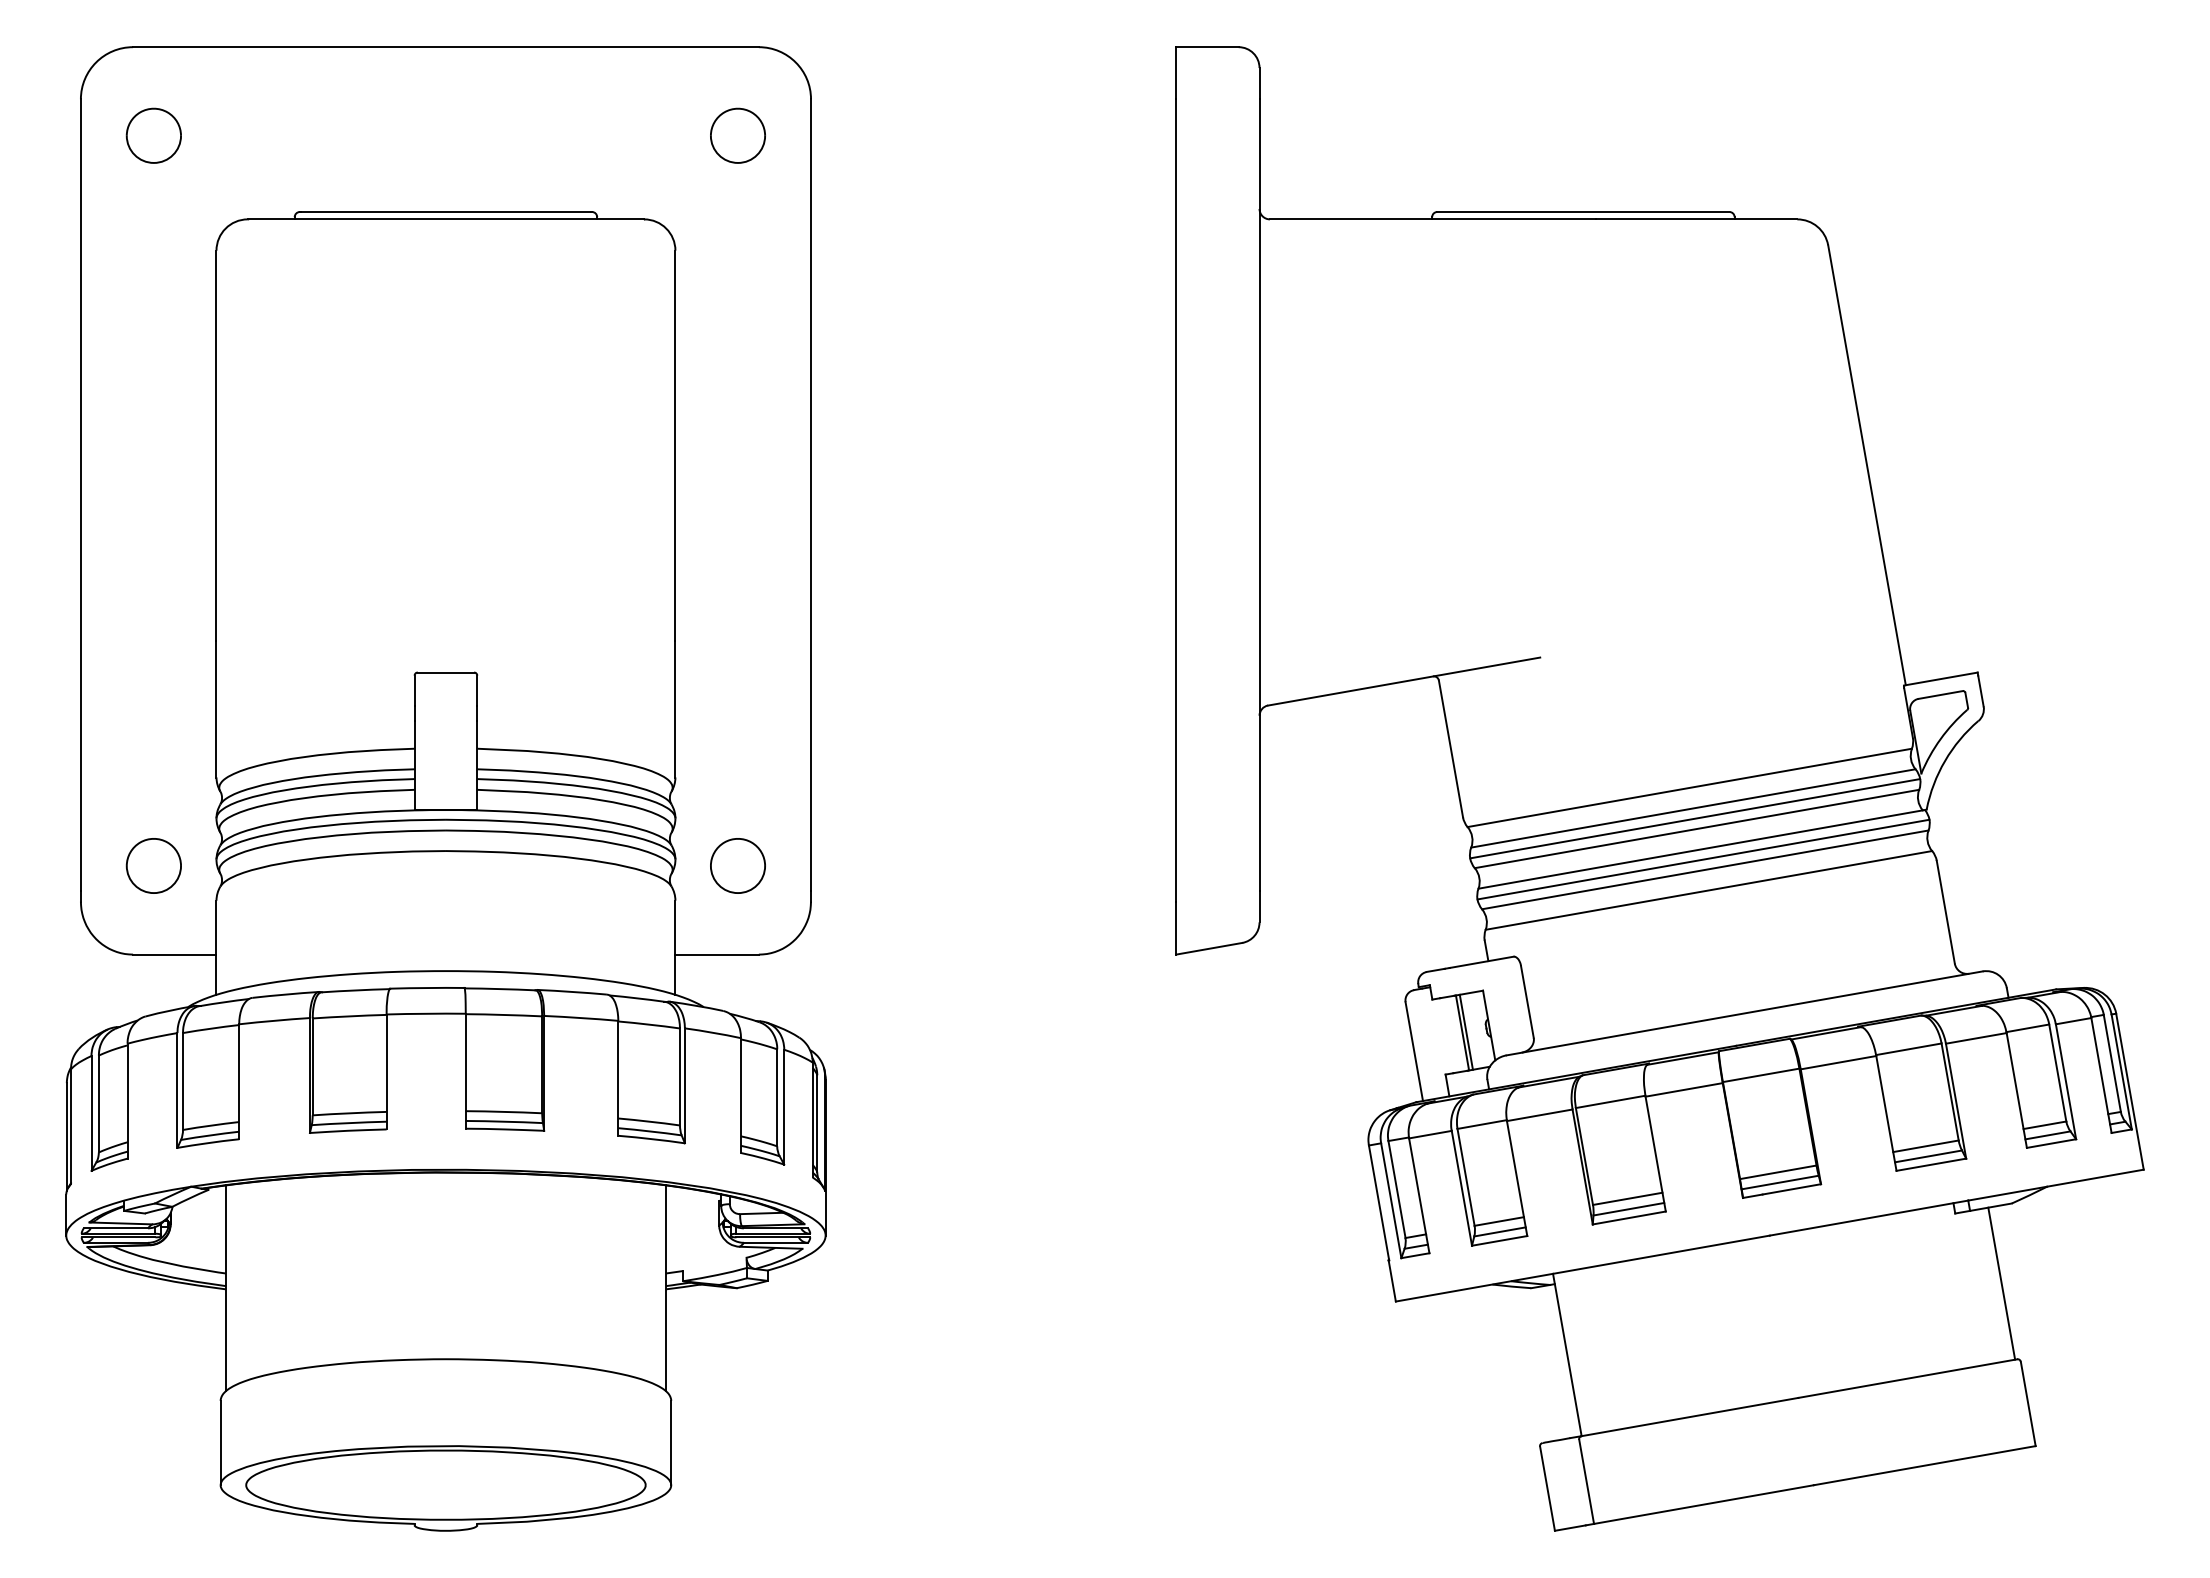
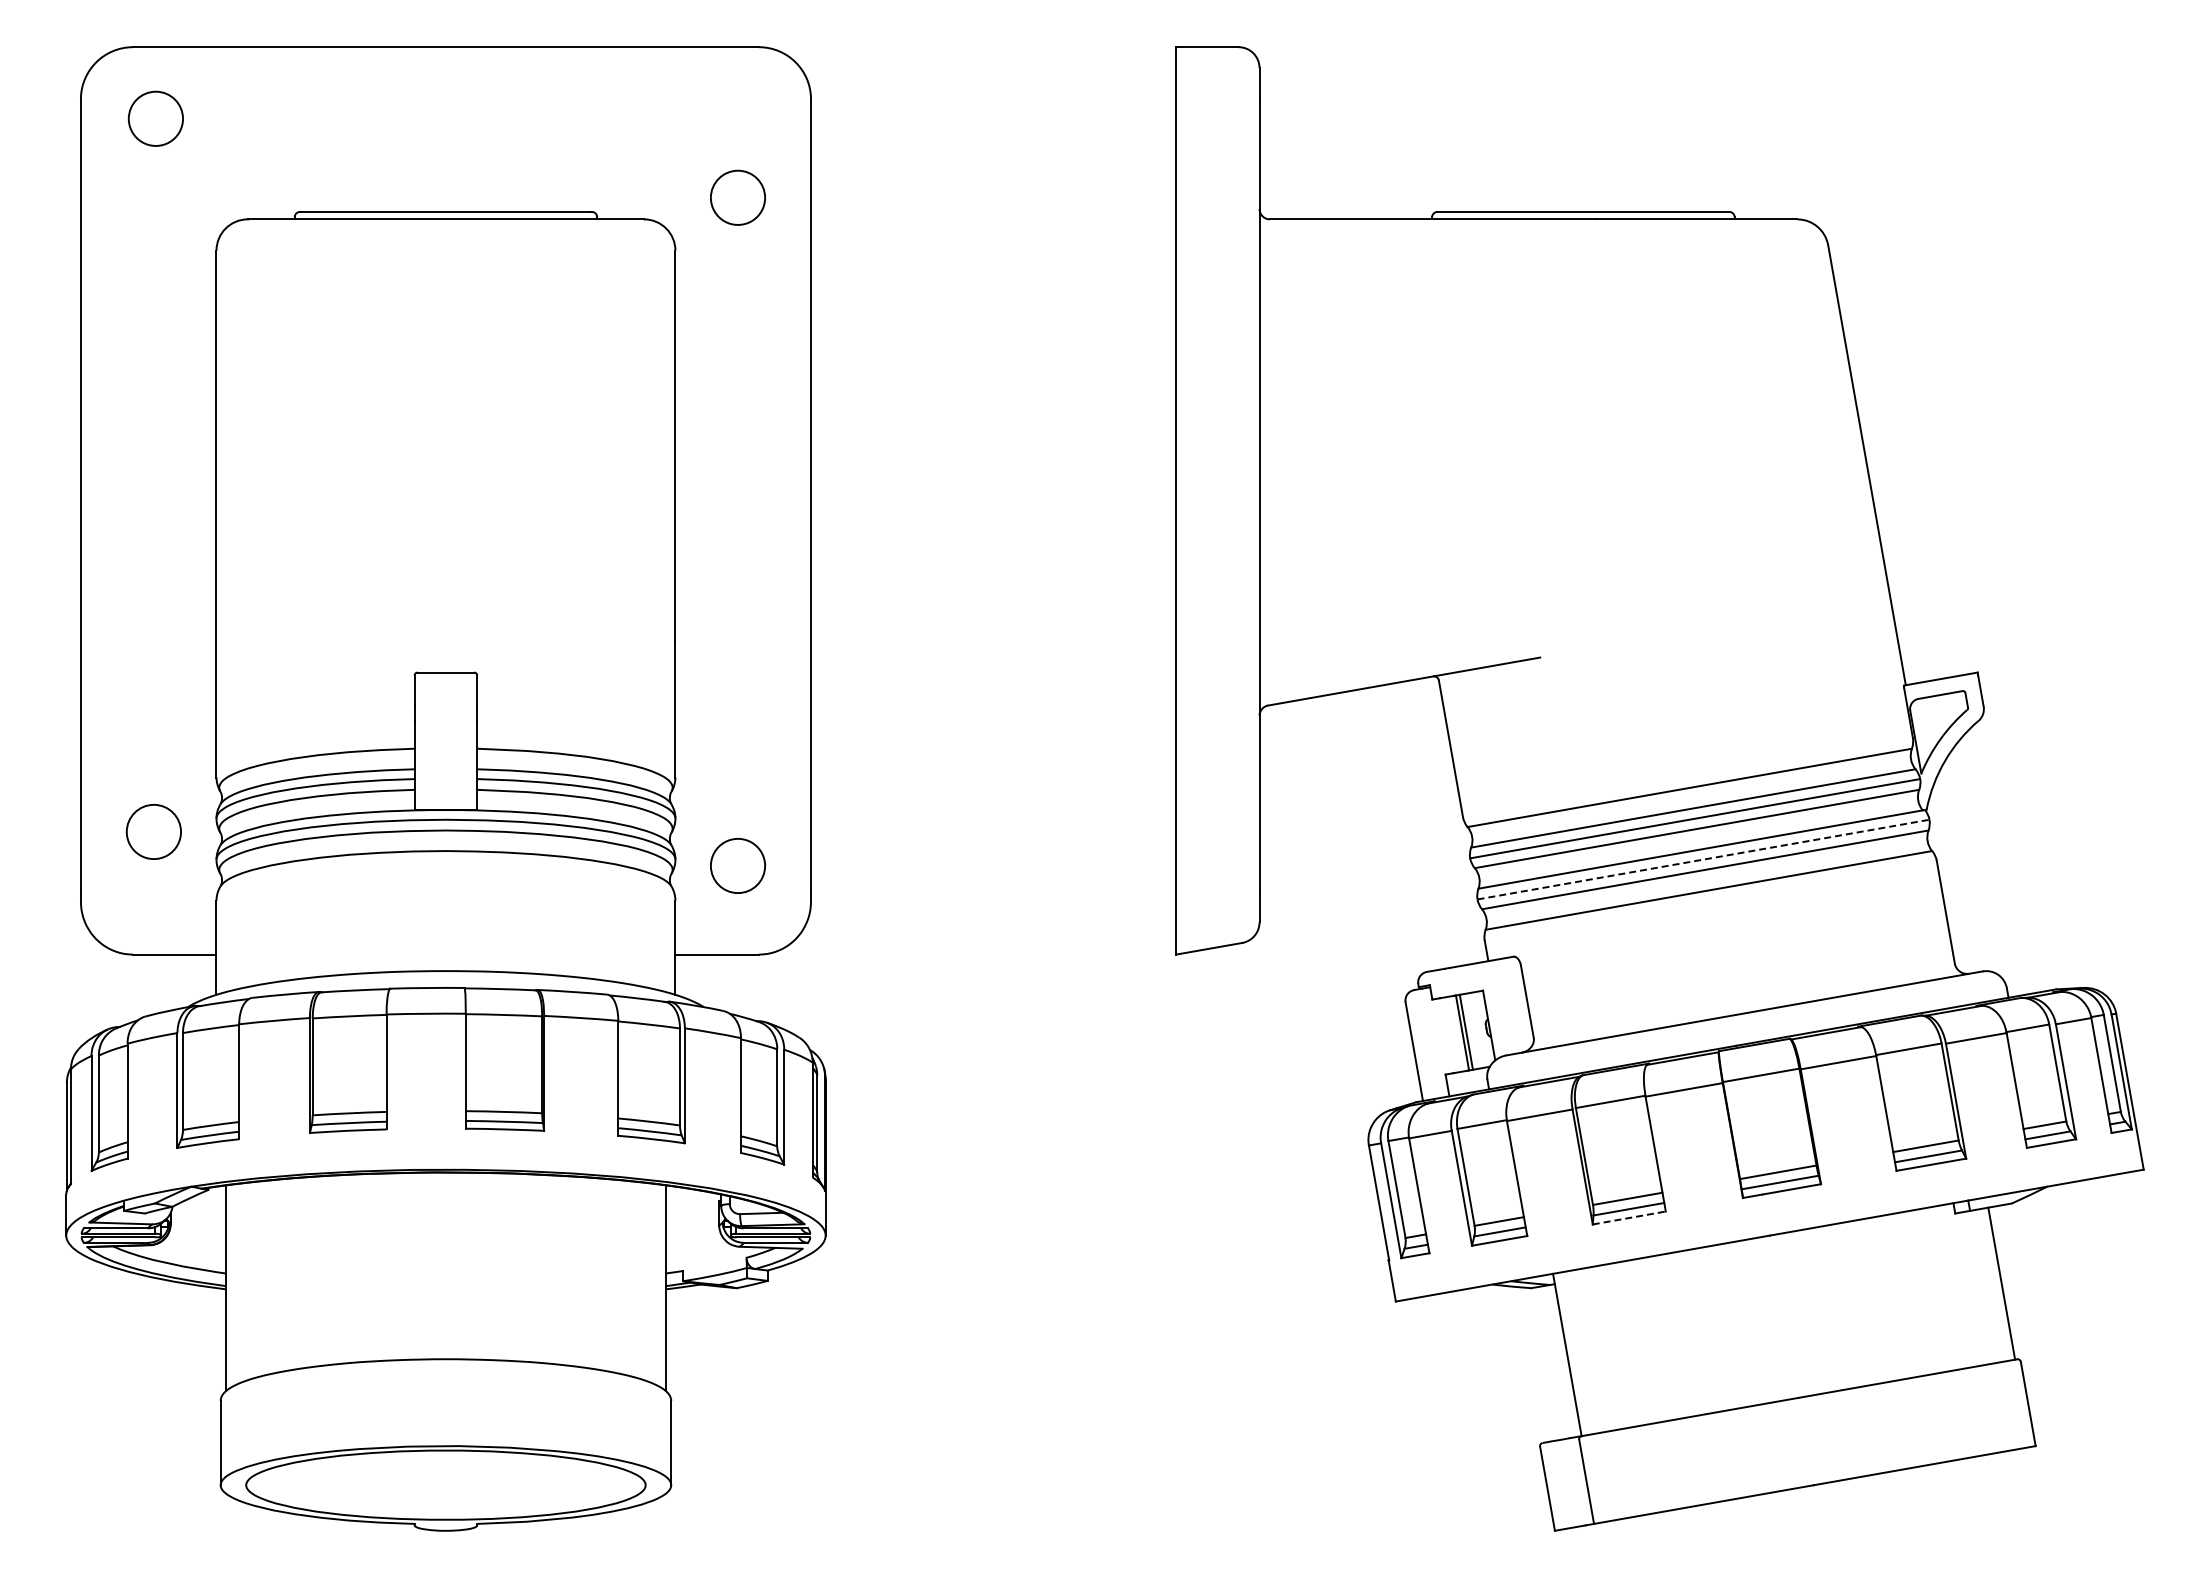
part at (153, 135) position: (153, 135) -> (155, 118)
part at (737, 135) position: (737, 135) -> (737, 197)
line at (1704, 859): solid -> dashed
part at (153, 865) position: (153, 865) -> (153, 831)
line at (1629, 1217): solid -> dashed
